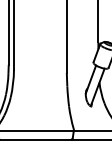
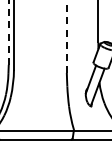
line at (8, 32): solid -> dashed
line at (66, 36): solid -> dashed
